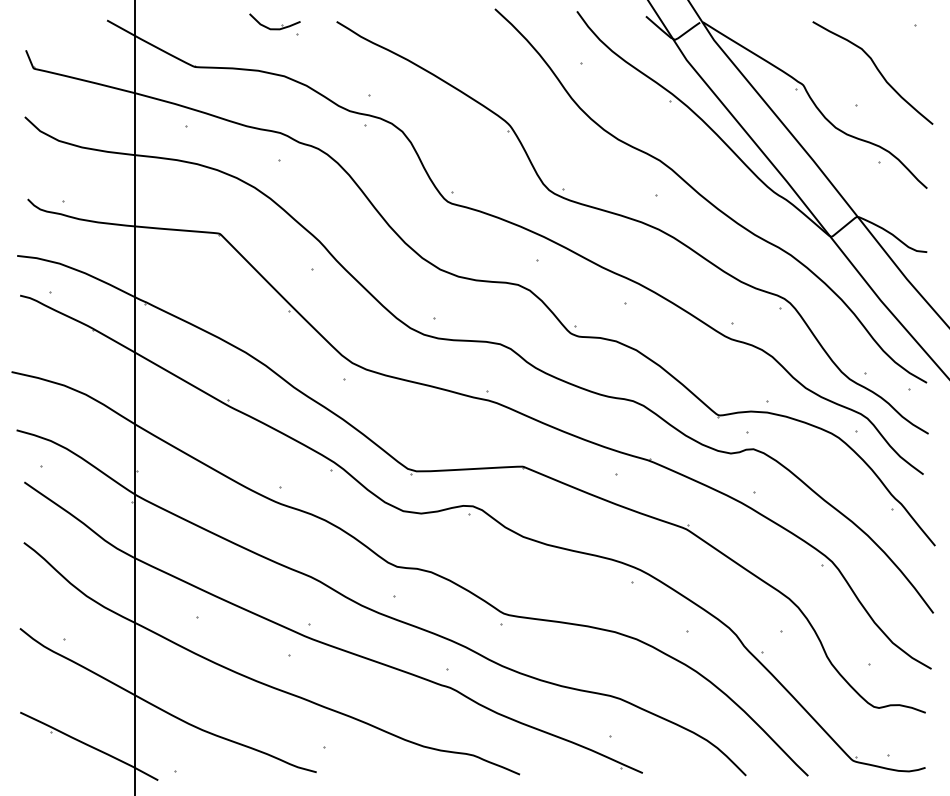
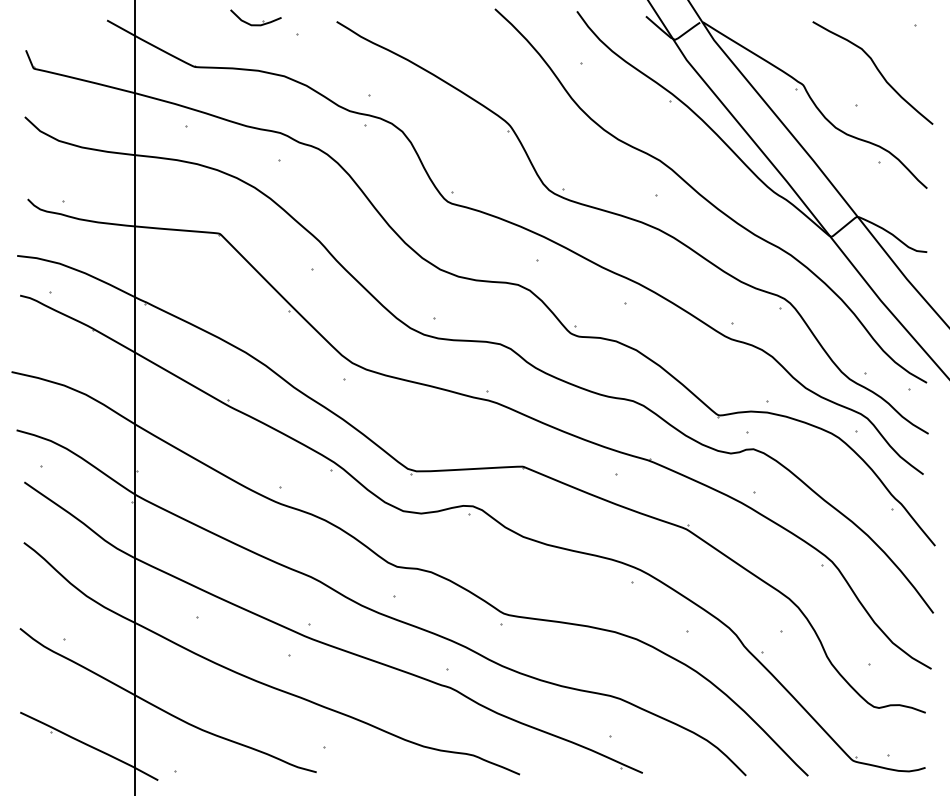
part at (274, 28) position: (274, 28) -> (255, 24)
